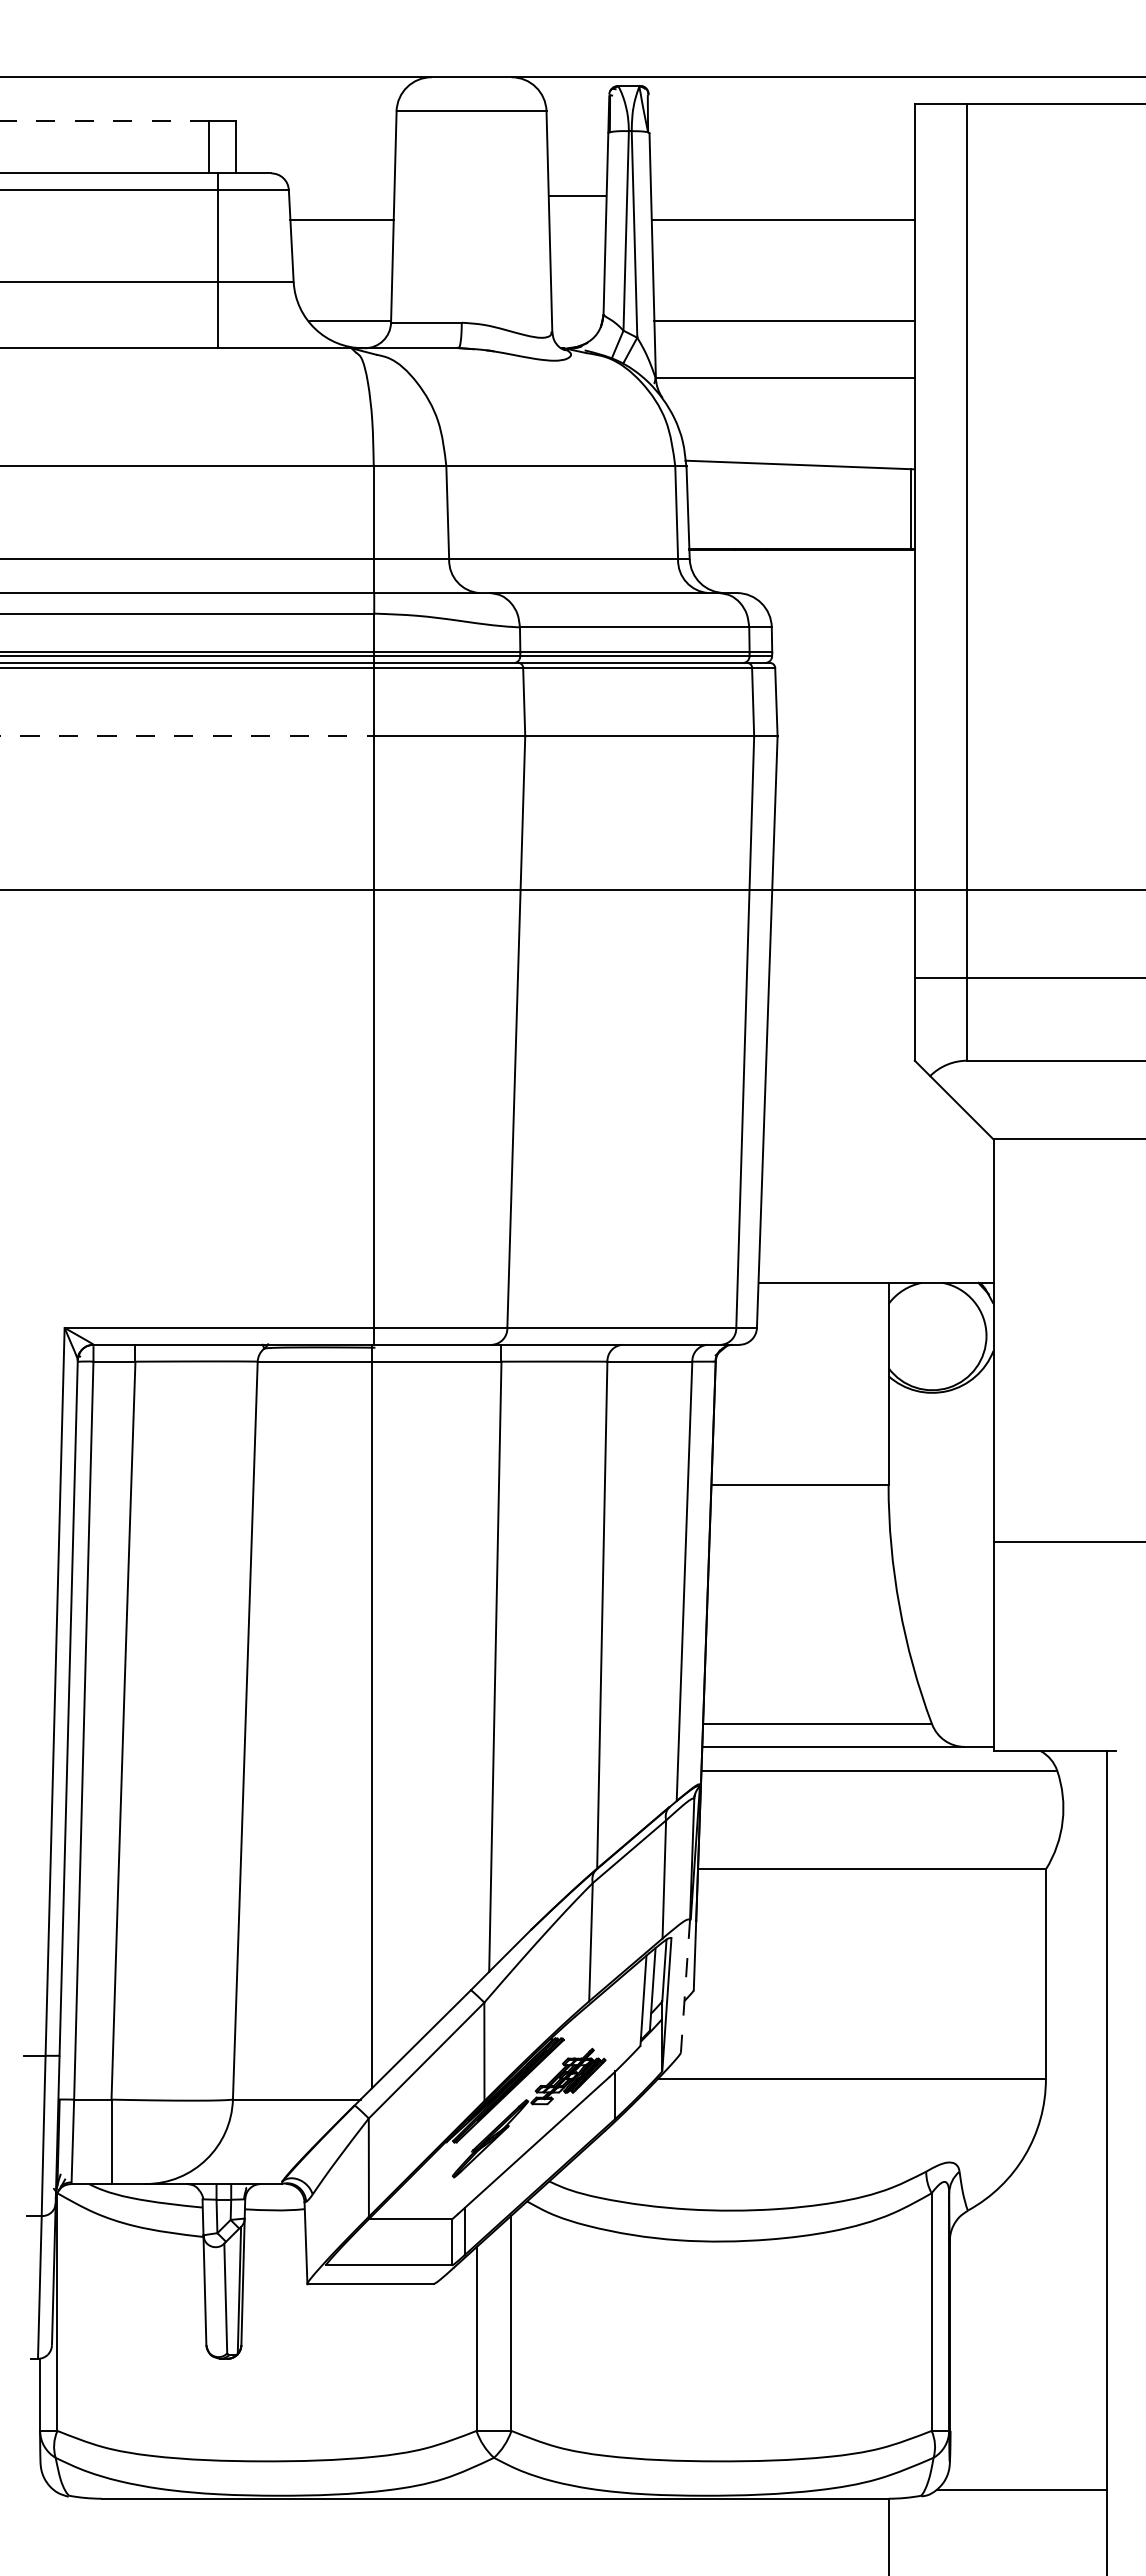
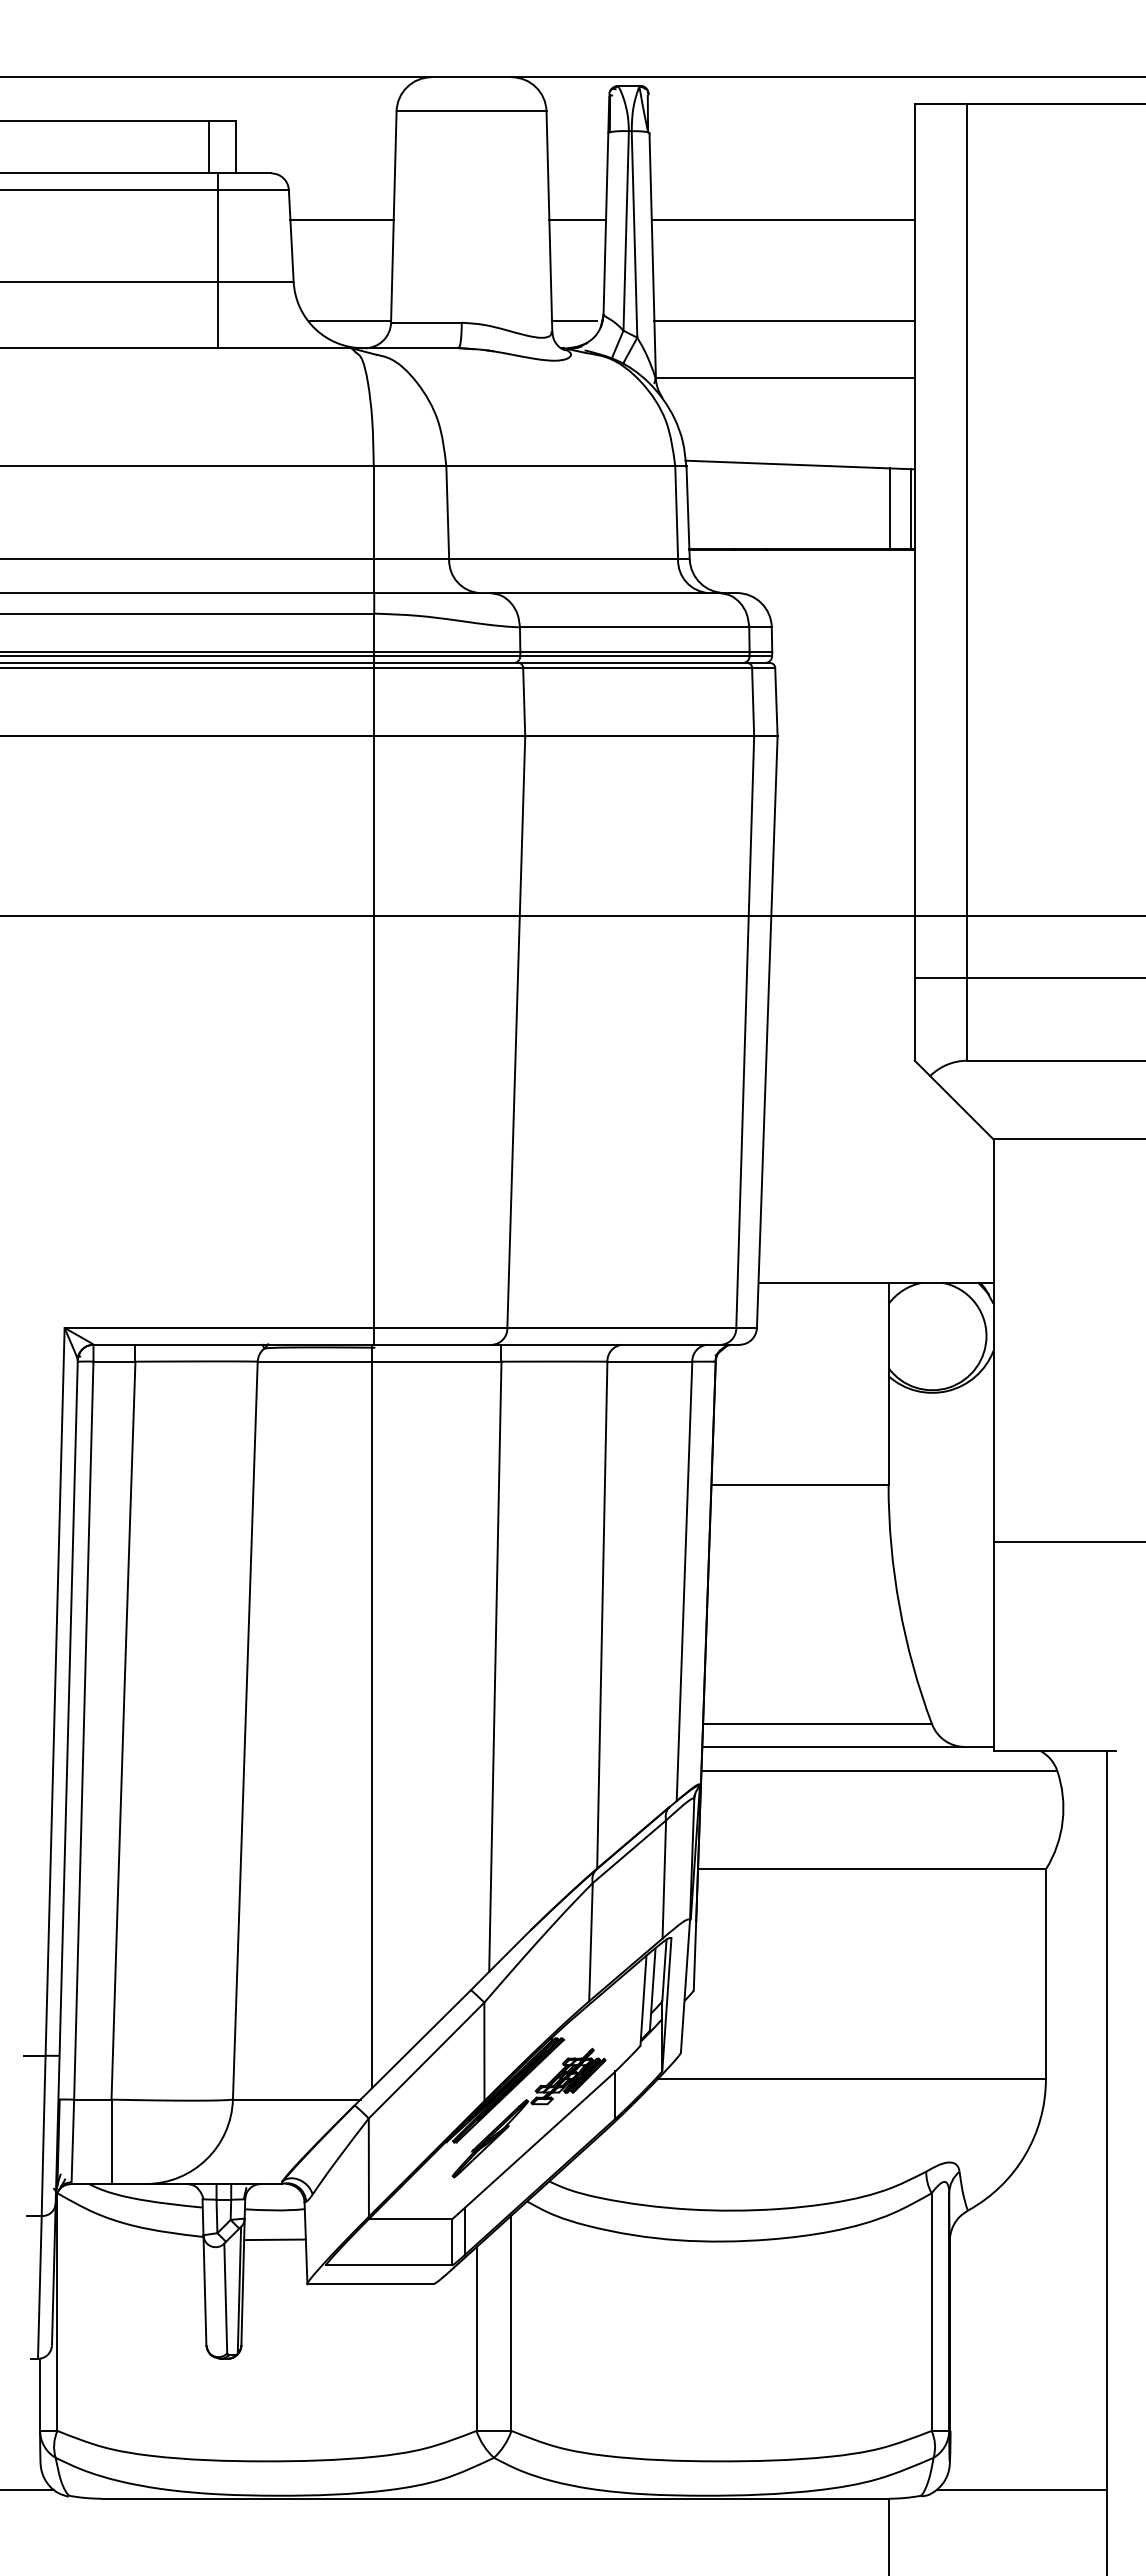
line at (104, 120): dashed -> solid
line at (577, 195) position: (577, 195) -> (577, 219)
line at (574, 321): none -> present
line at (889, 508): none -> present
line at (187, 736): dashed -> solid
line at (572, 890) position: (572, 890) -> (572, 916)
line at (685, 1986): dashed -> solid
line at (274, 2239): none -> present
line at (28, 2489): none -> present
